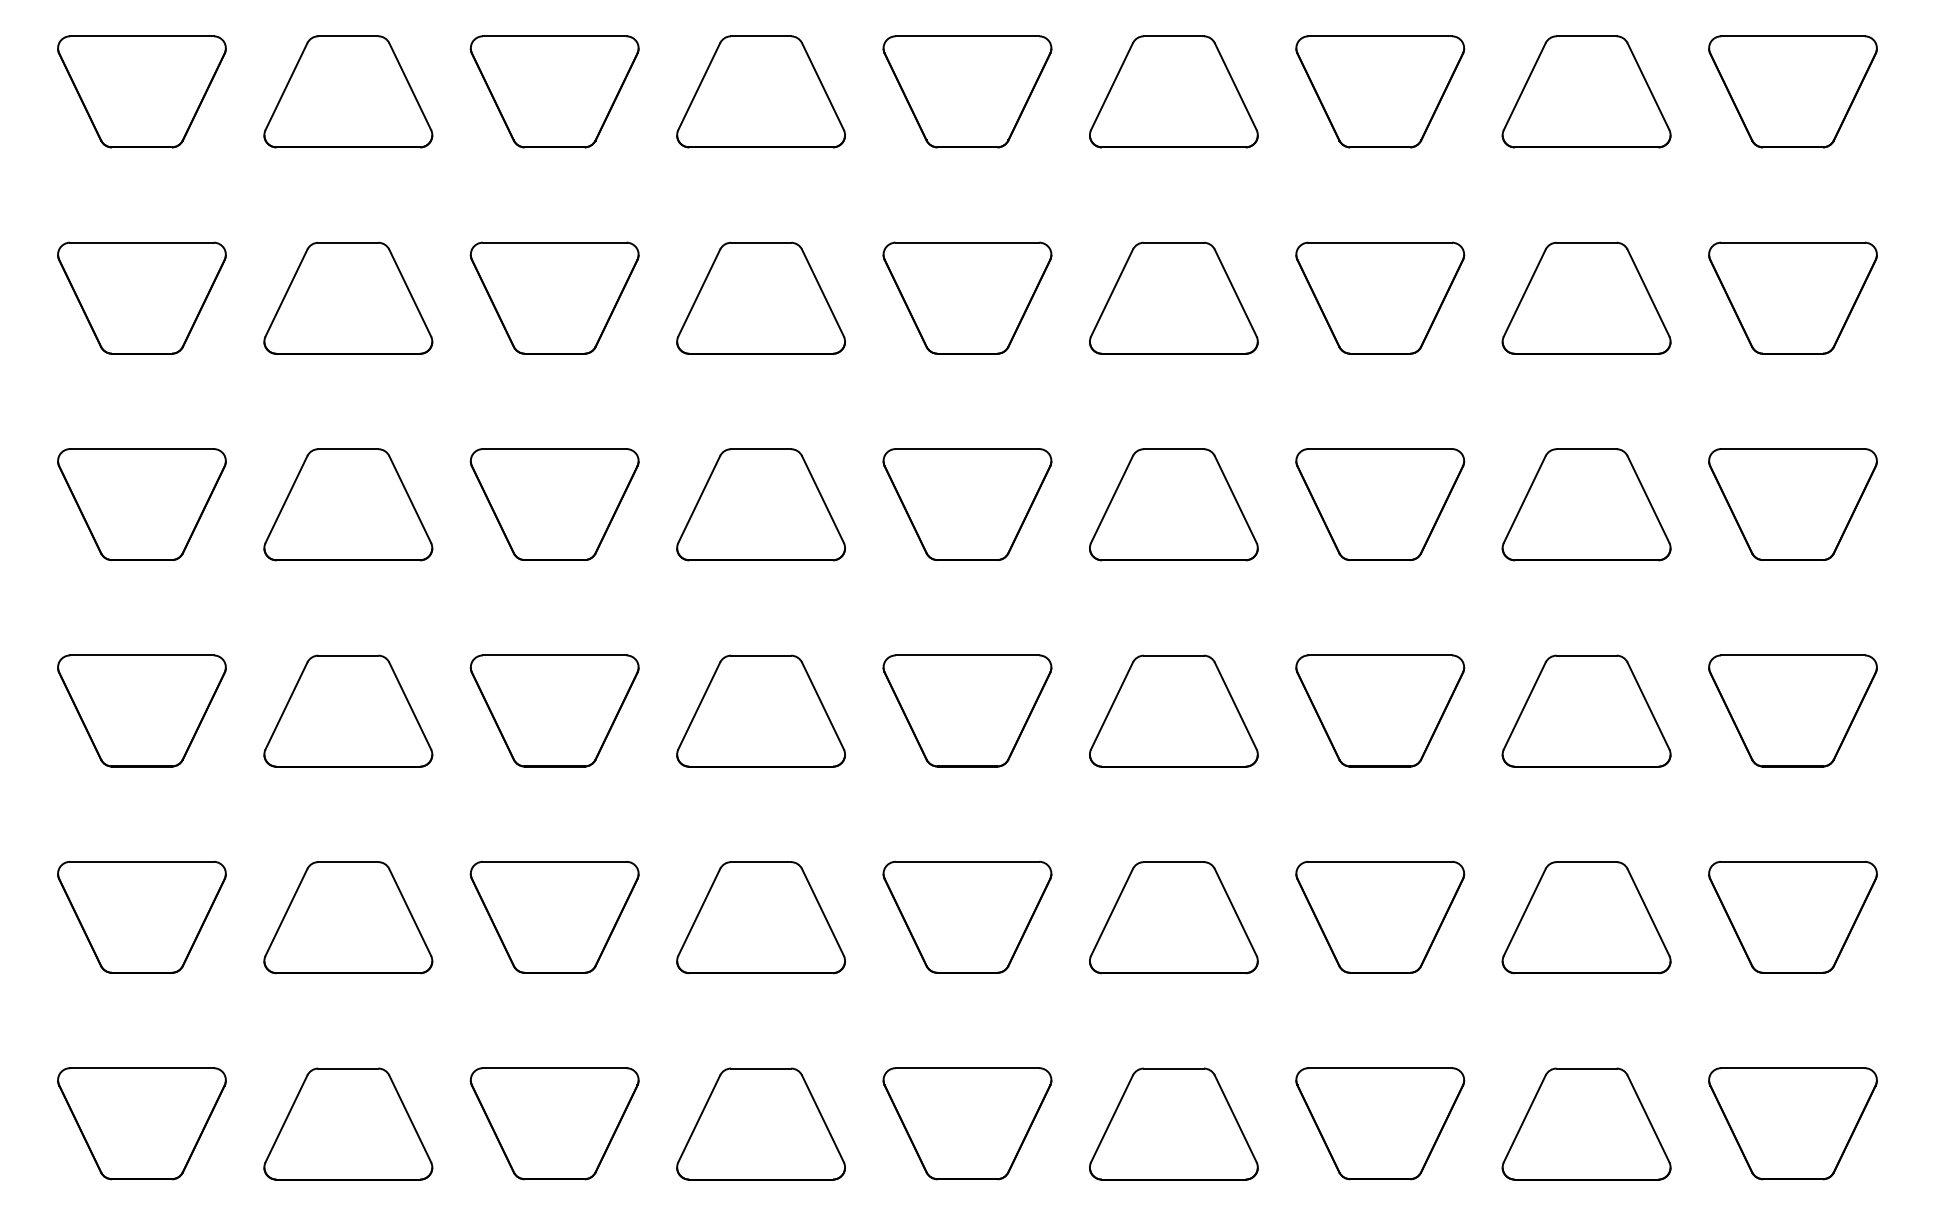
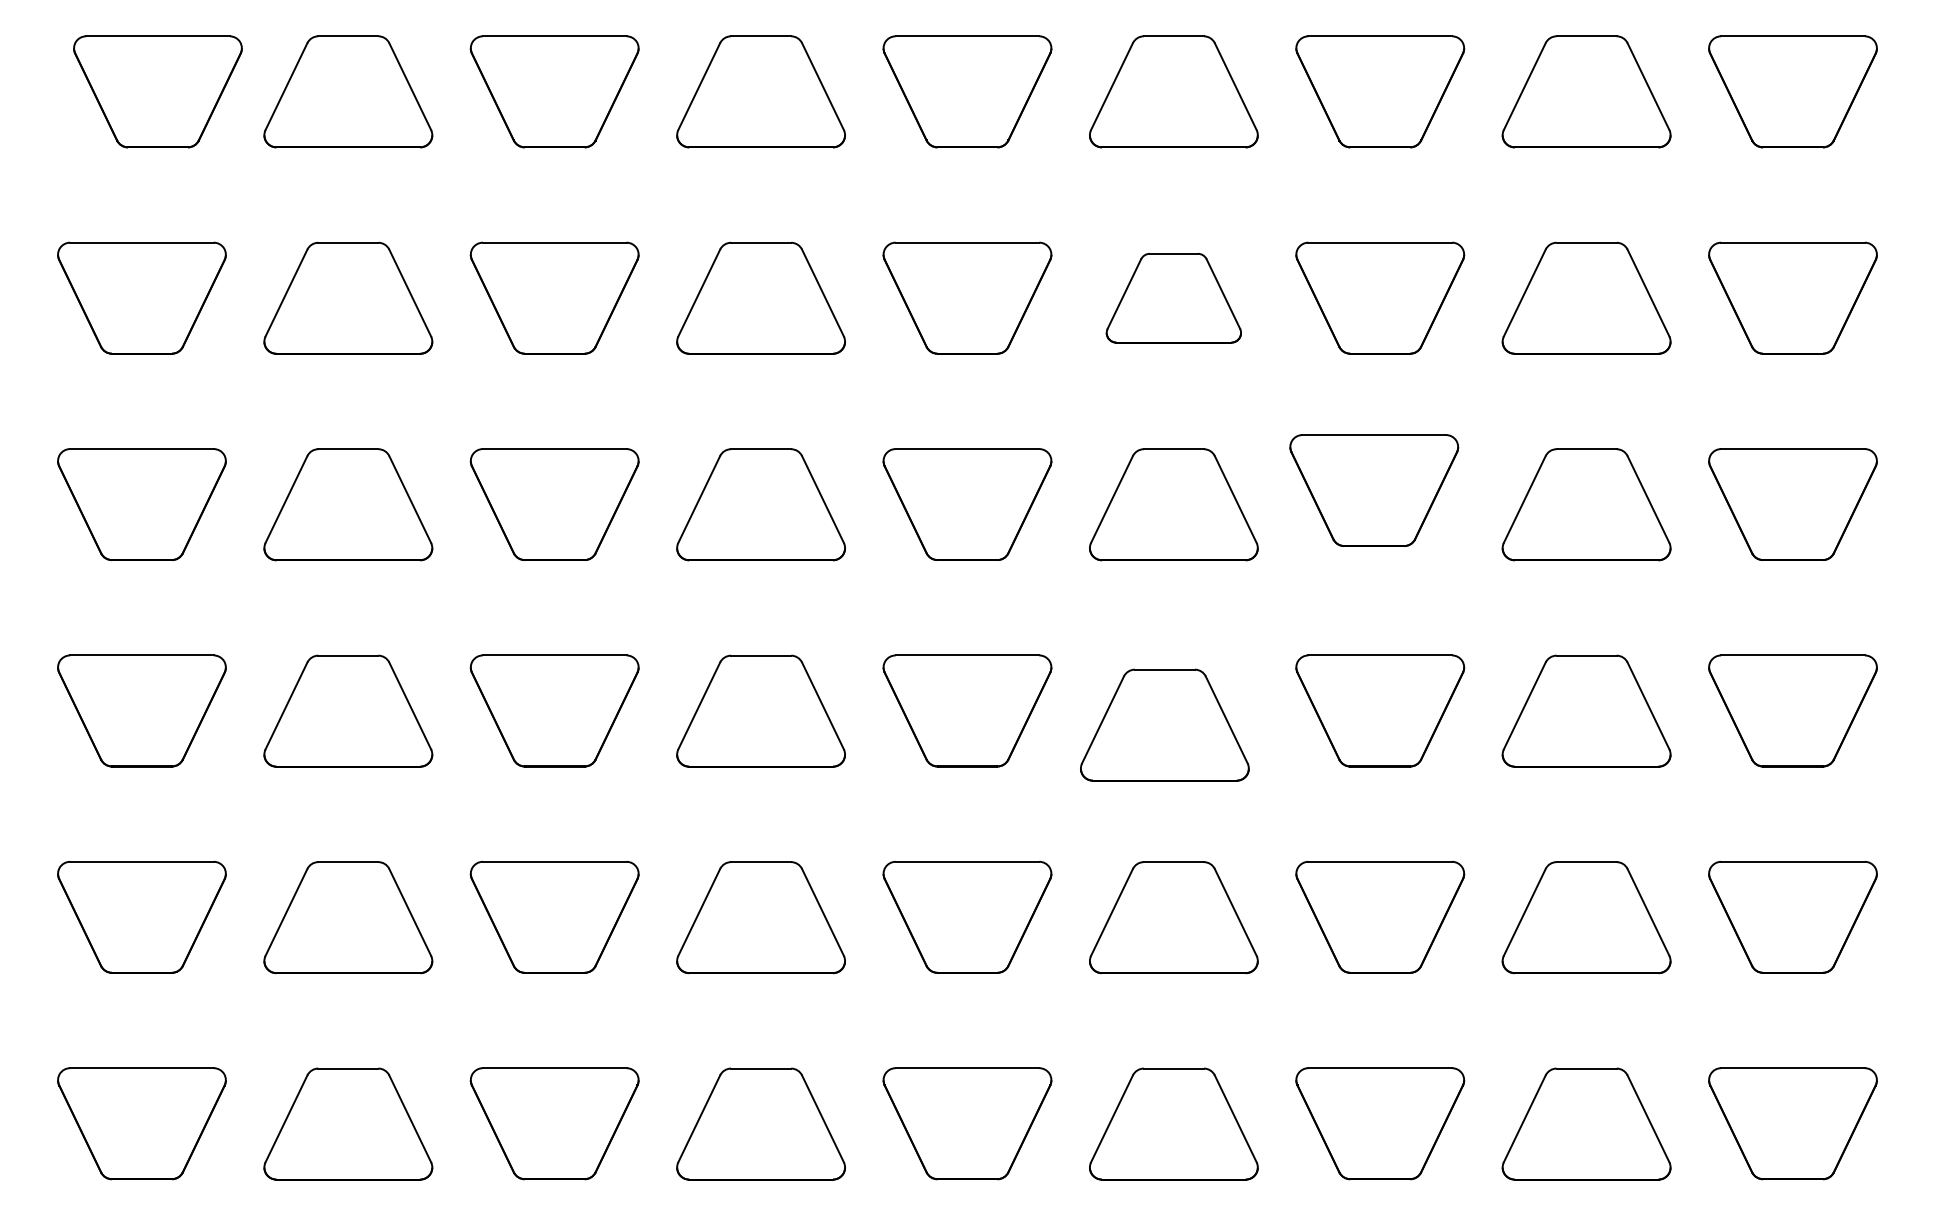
part at (141, 91) position: (141, 91) -> (157, 91)
part at (1173, 297) size: 170x114 px -> 137x92 px
part at (1380, 504) position: (1380, 504) -> (1374, 490)
part at (1173, 710) position: (1173, 710) -> (1164, 724)
